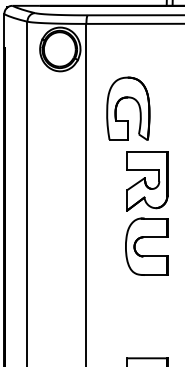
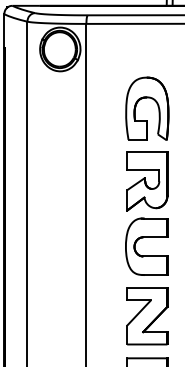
part at (132, 99) position: (132, 99) -> (151, 99)
part at (147, 316): none -> present
